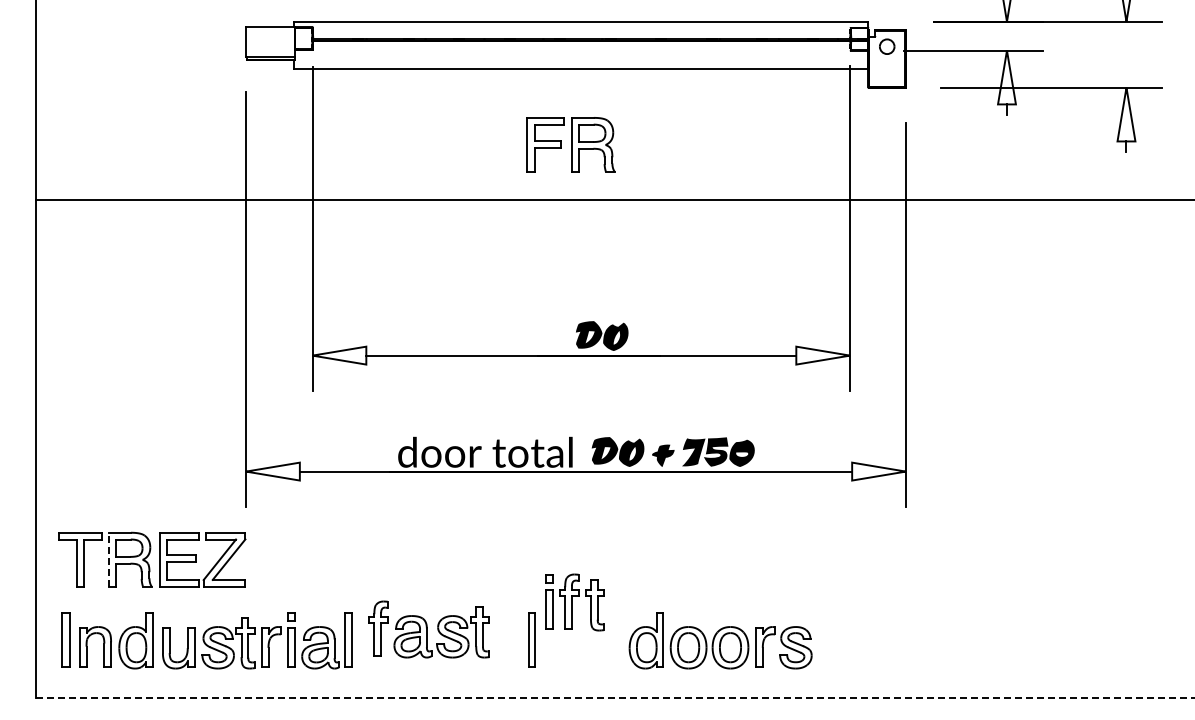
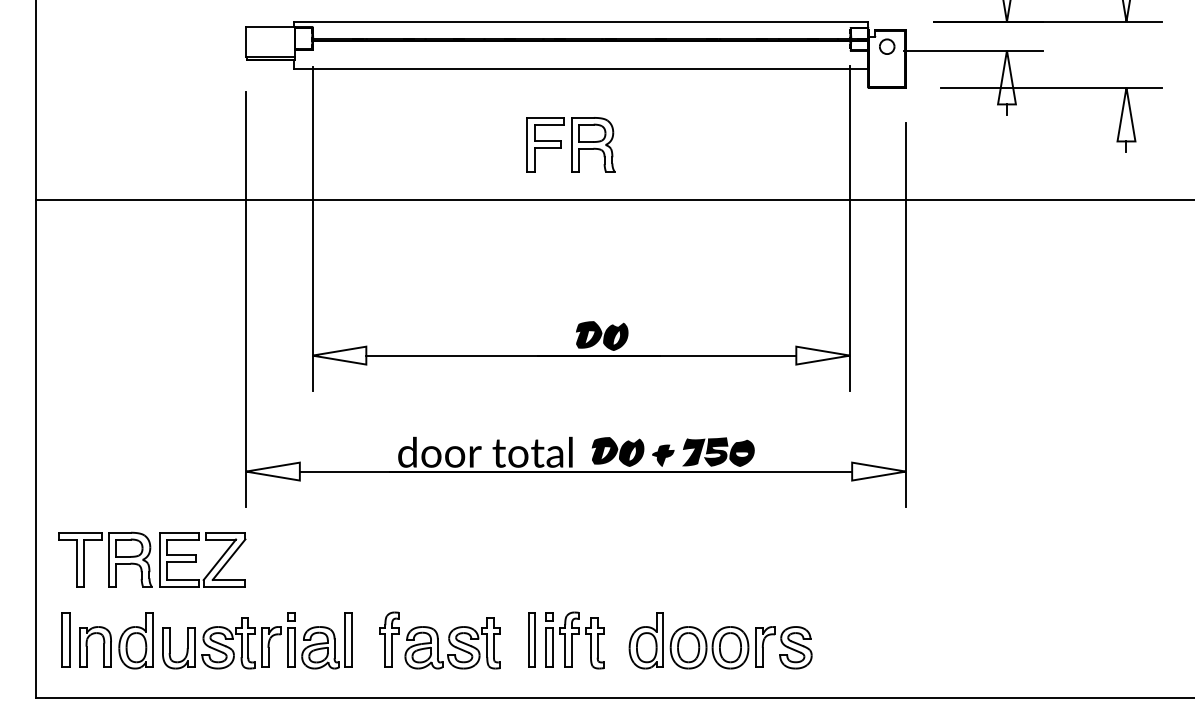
line at (108, 559): dashed -> solid
part at (574, 602) position: (574, 602) -> (574, 640)
part at (428, 629) position: (428, 629) -> (439, 640)
line at (615, 698): dashed -> solid
